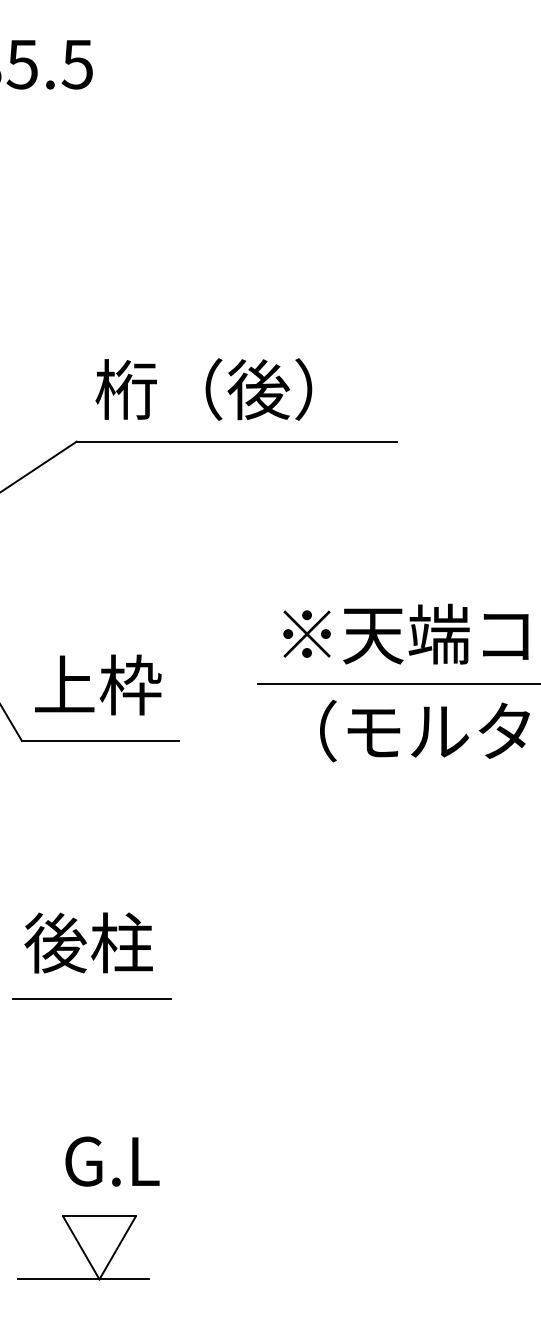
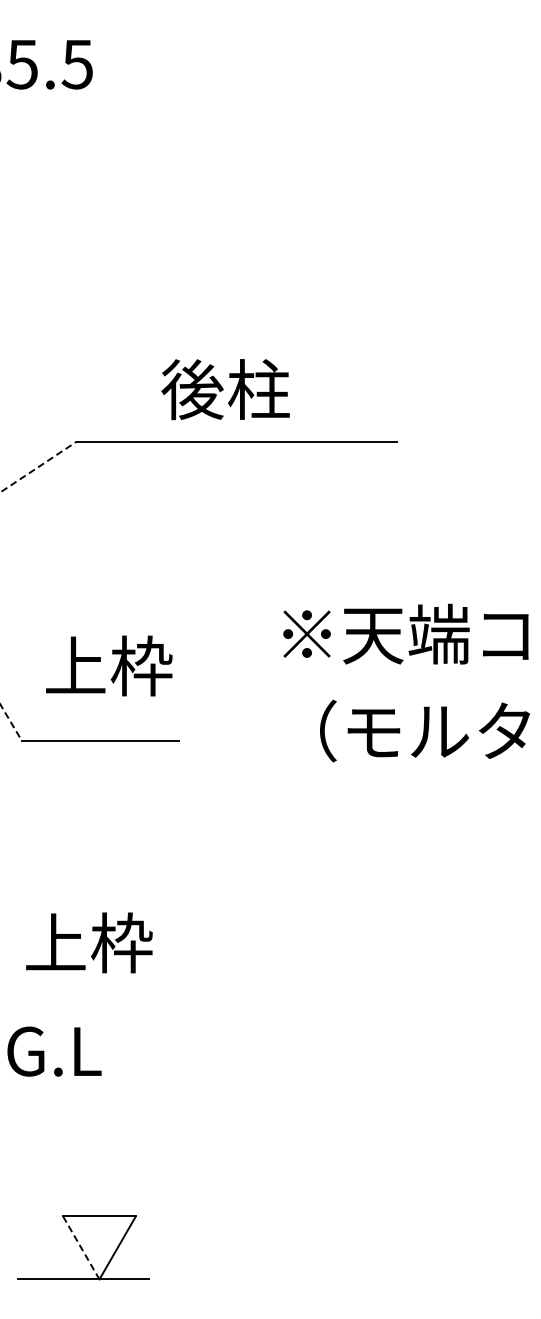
text at (203, 389): 桁（後） -> 後柱
line at (38, 467): solid -> dashed
line at (397, 683): present -> none
text at (98, 684) position: (98, 684) -> (109, 665)
line at (11, 722): solid -> dashed
text at (88, 942): 後柱 -> 上枠
line at (91, 998): present -> none
text at (112, 1161) position: (112, 1161) -> (54, 1051)
line at (81, 1248): solid -> dashed
